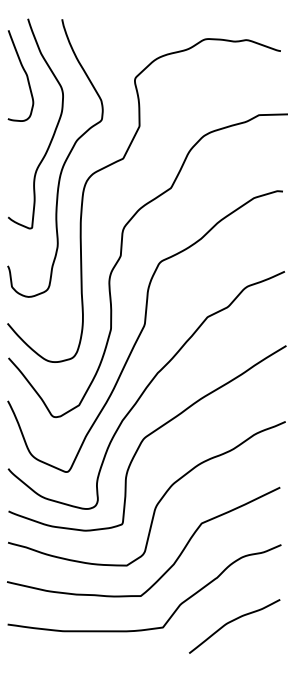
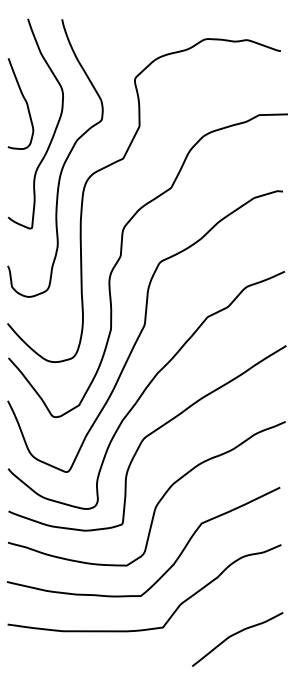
curve at (24, 72) position: (24, 72) -> (24, 100)
curve at (231, 622) position: (231, 622) -> (234, 635)
